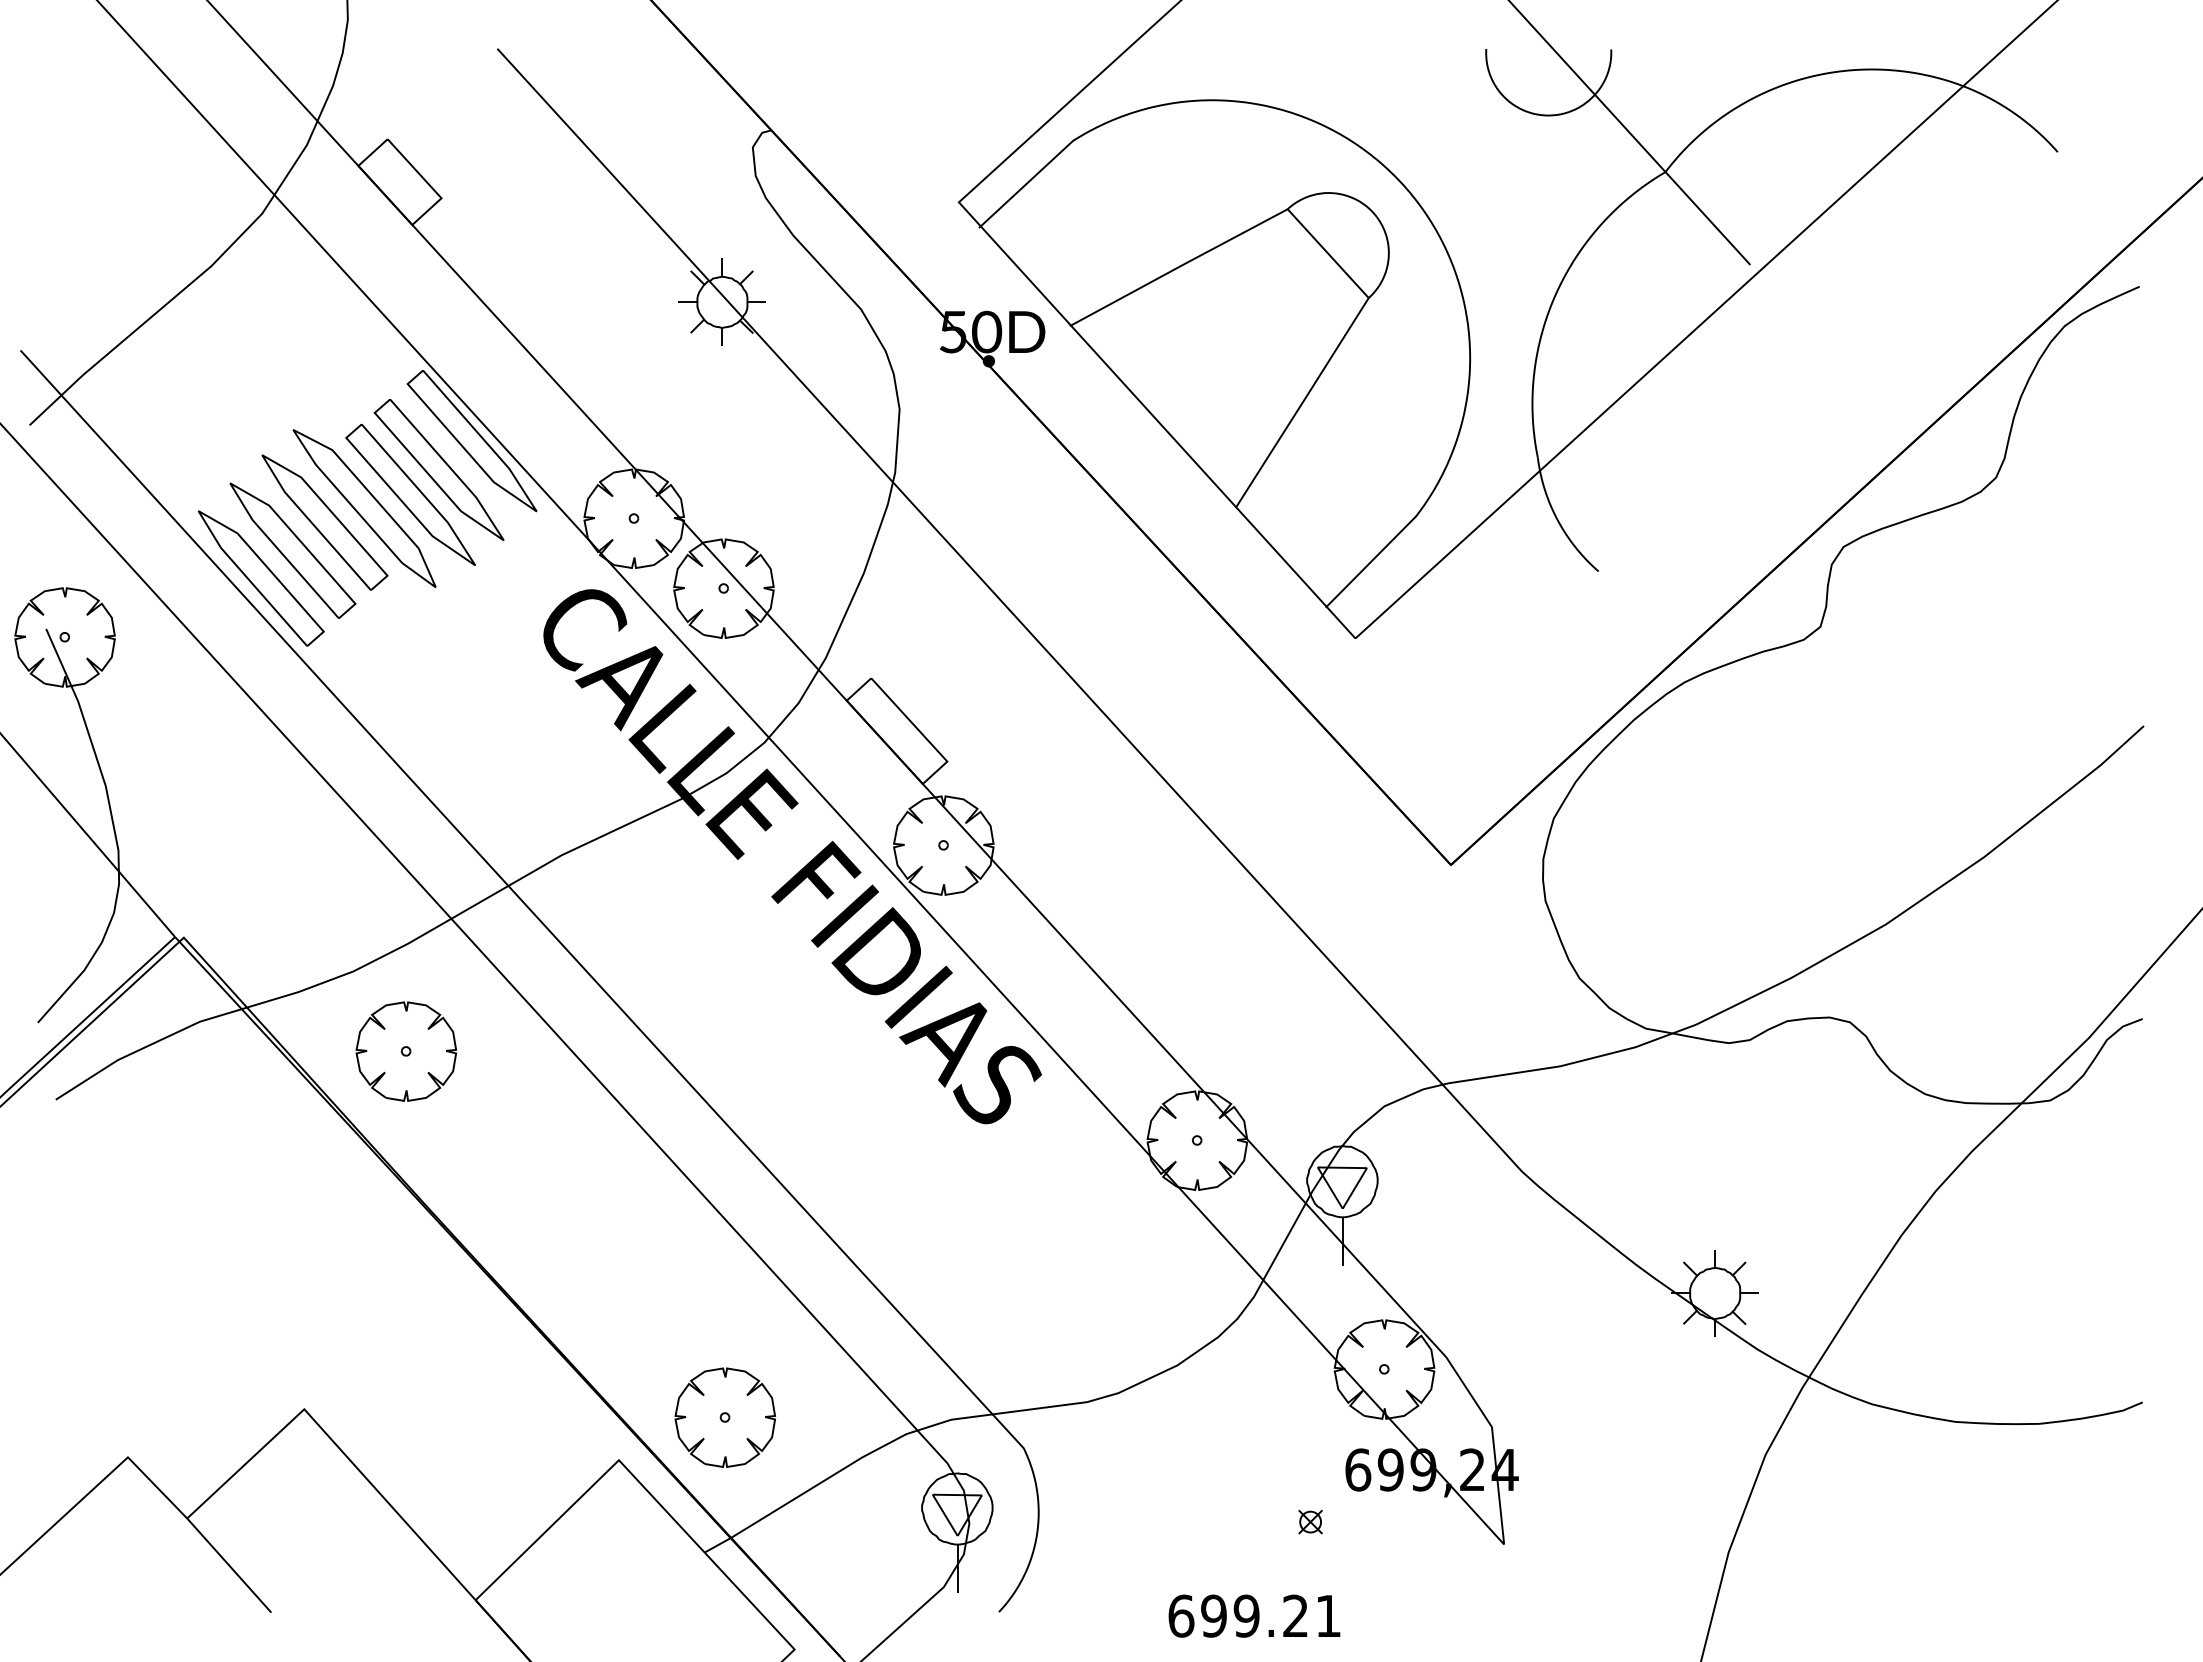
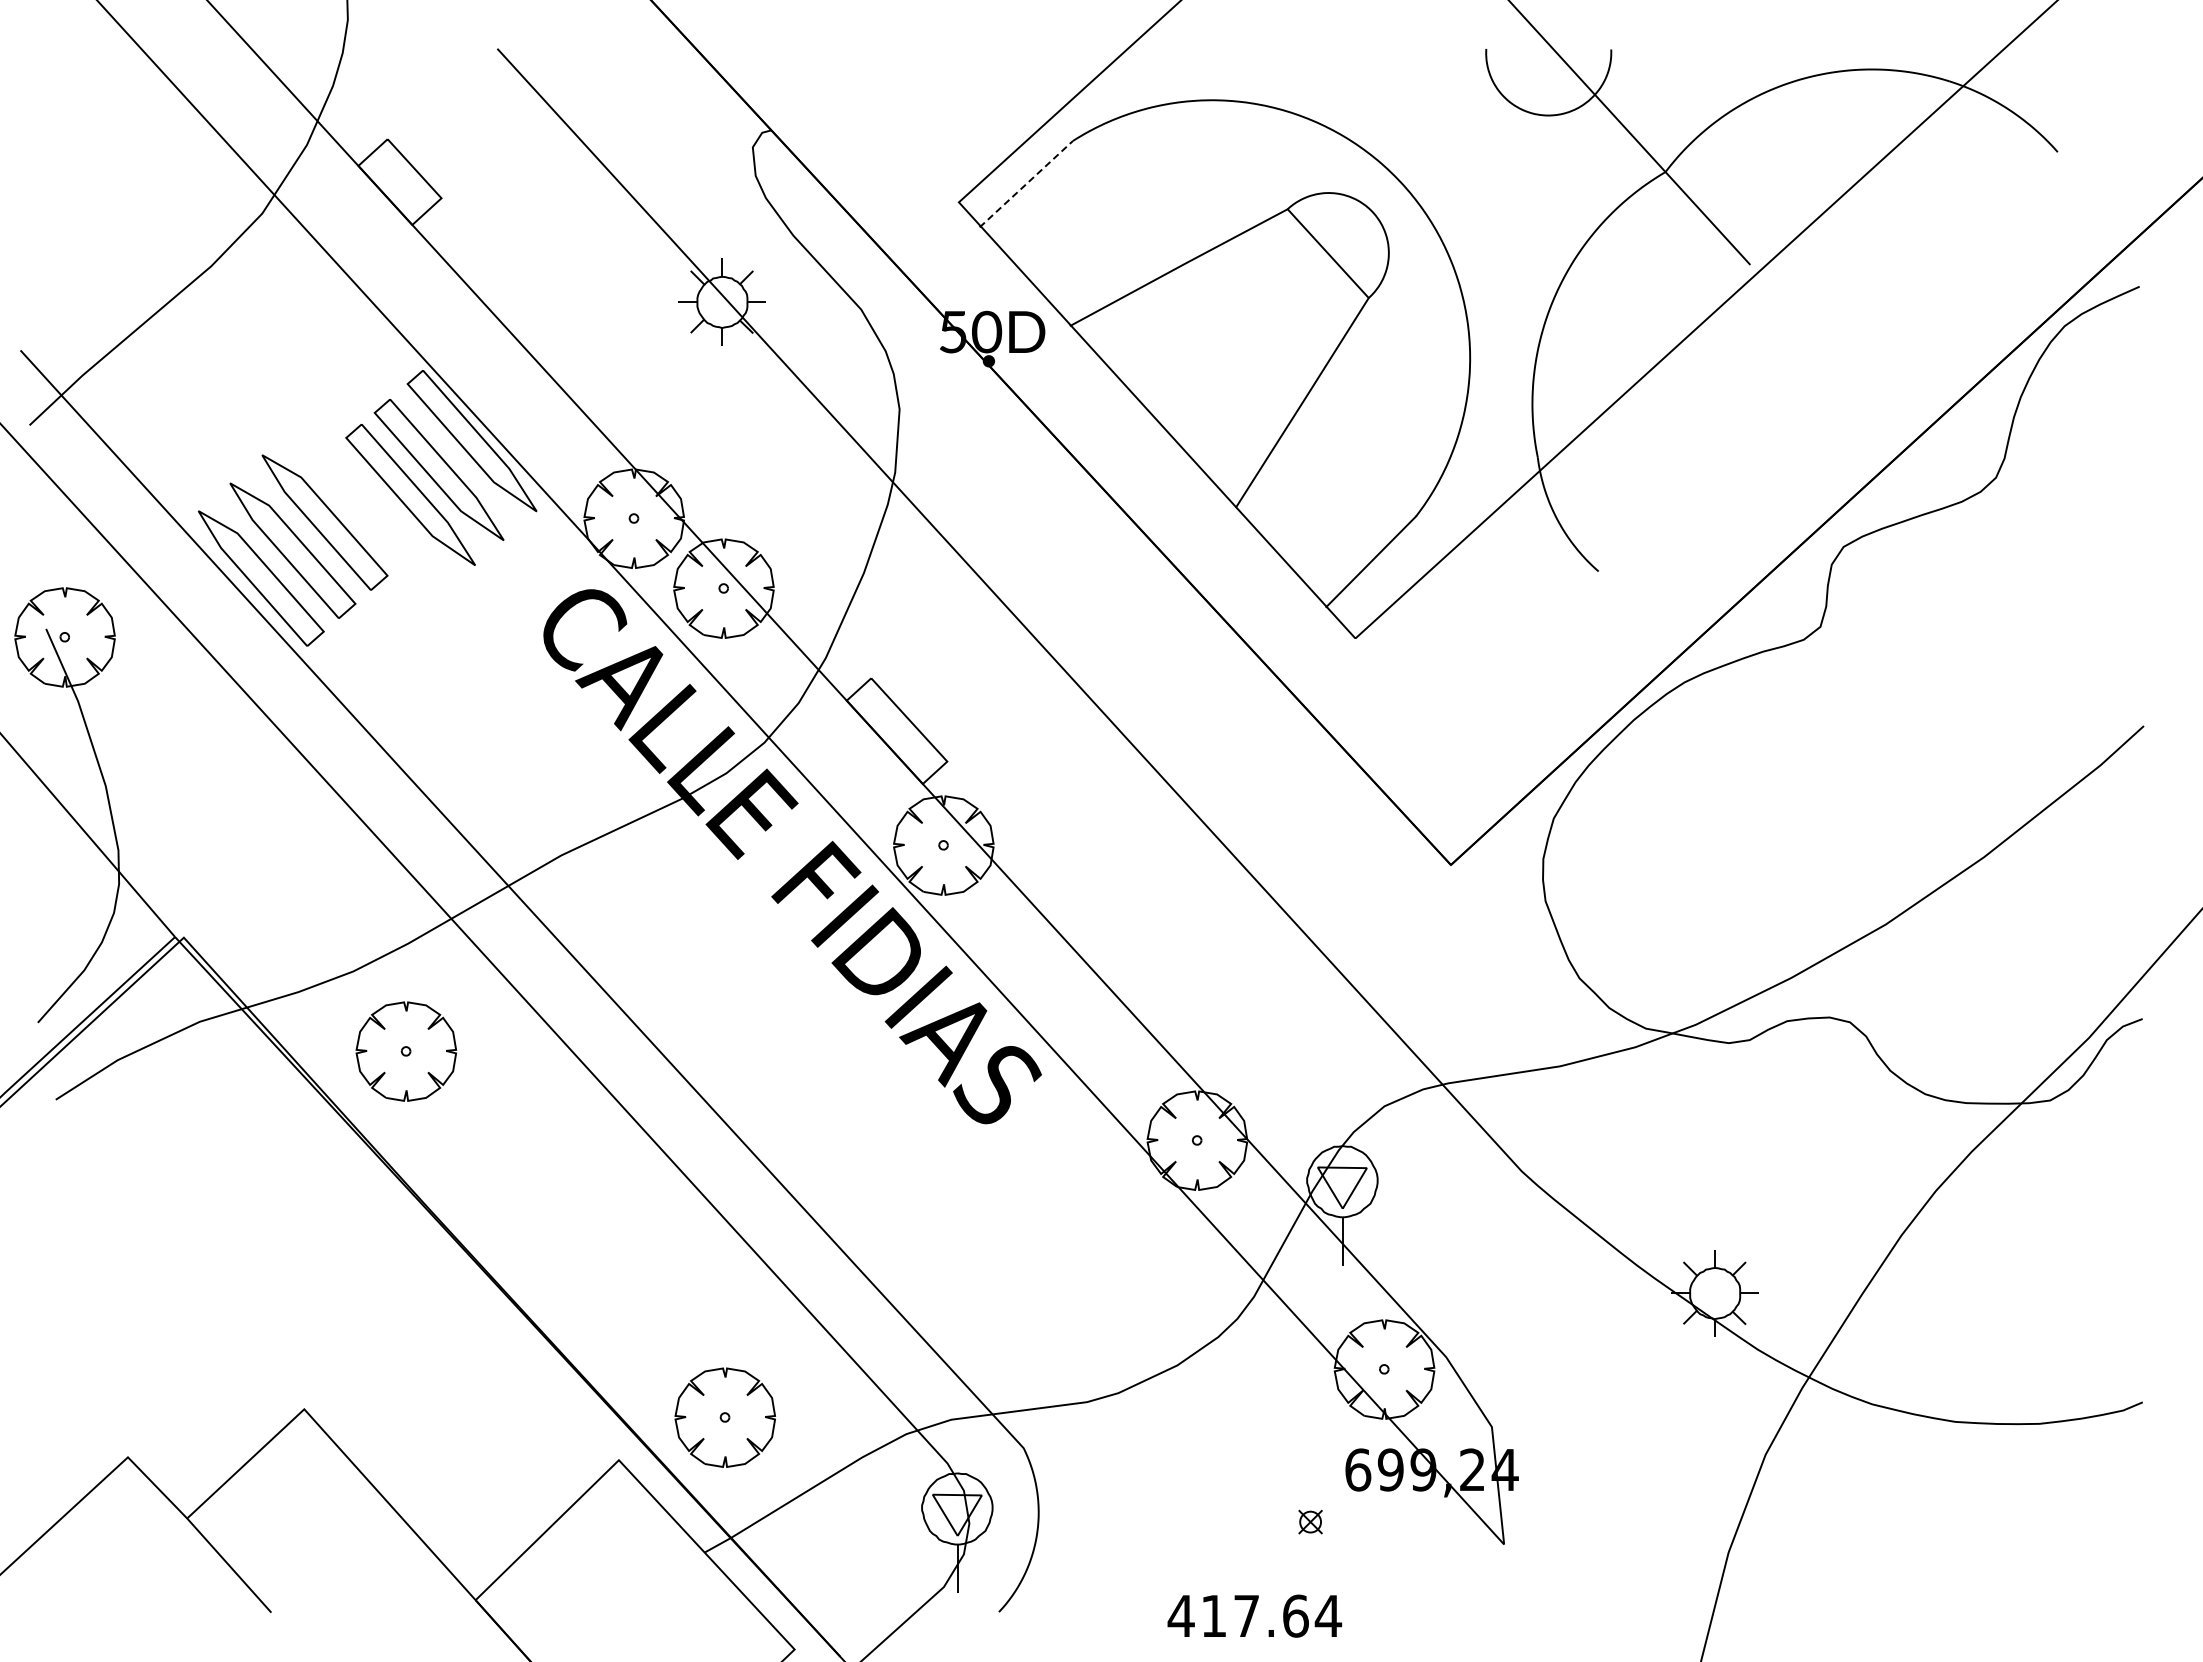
line at (1026, 184): solid -> dashed
part at (364, 508): present -> none
text at (1254, 1615): 699.21 -> 417.64
